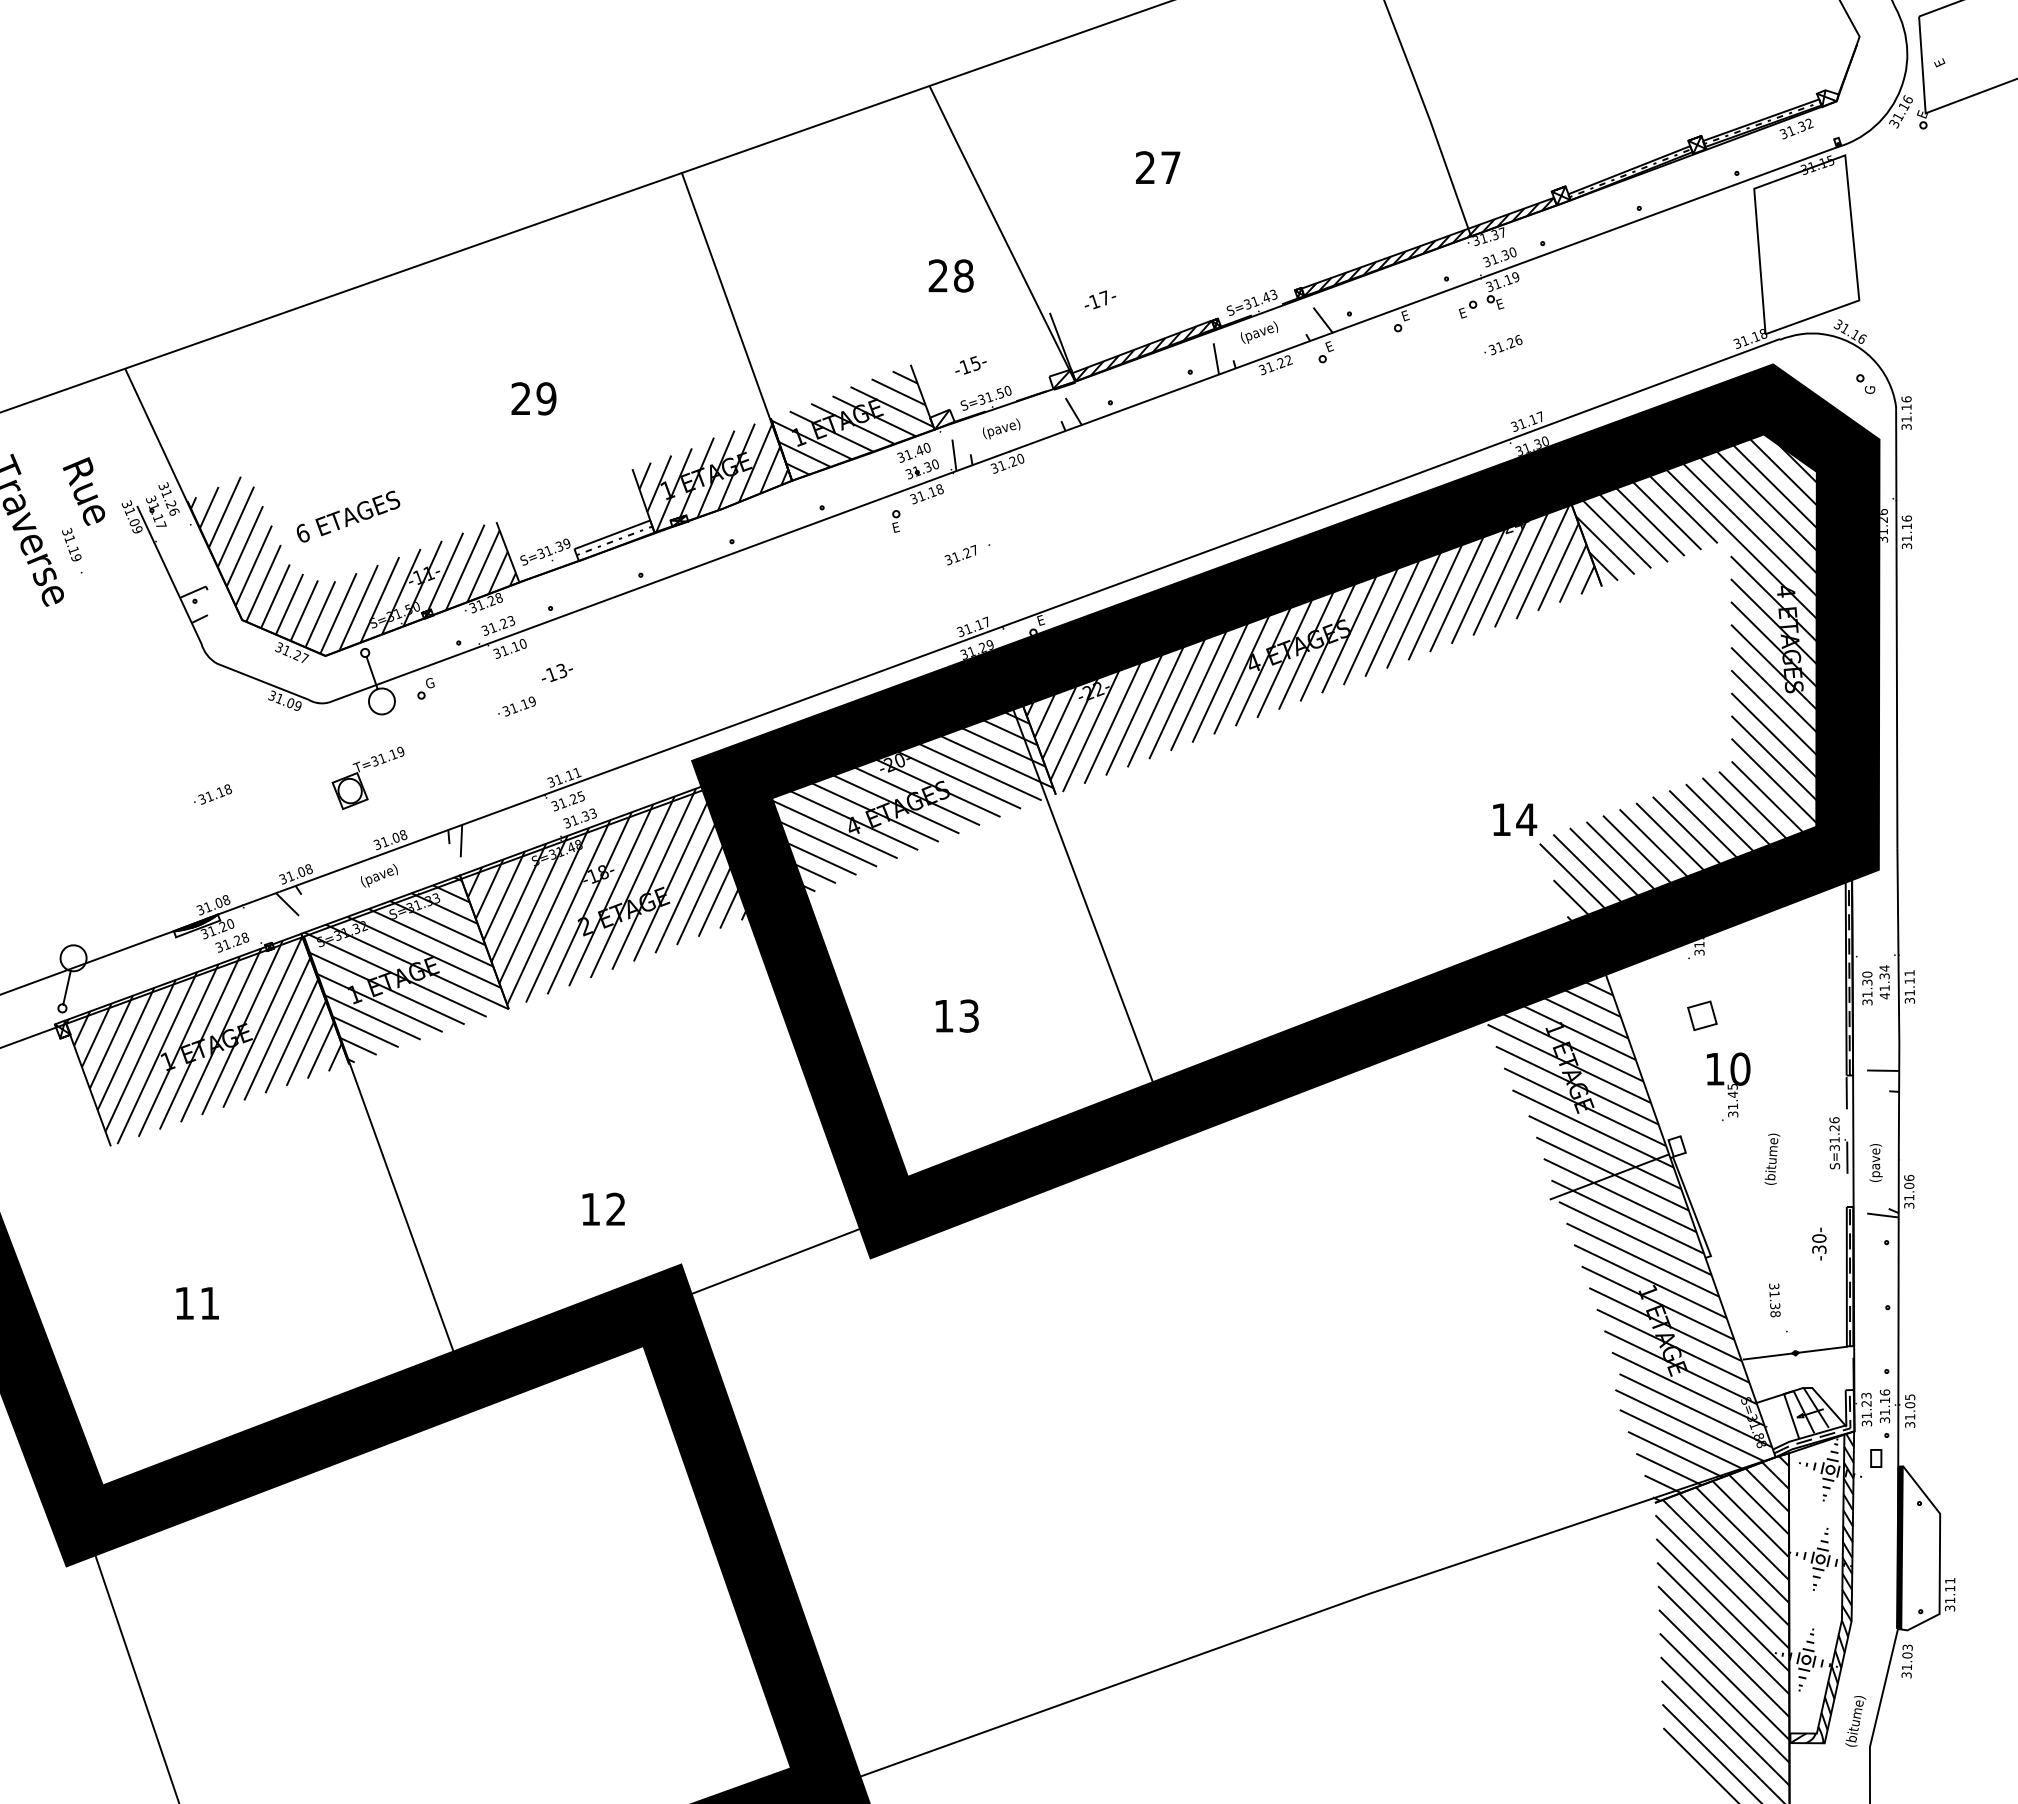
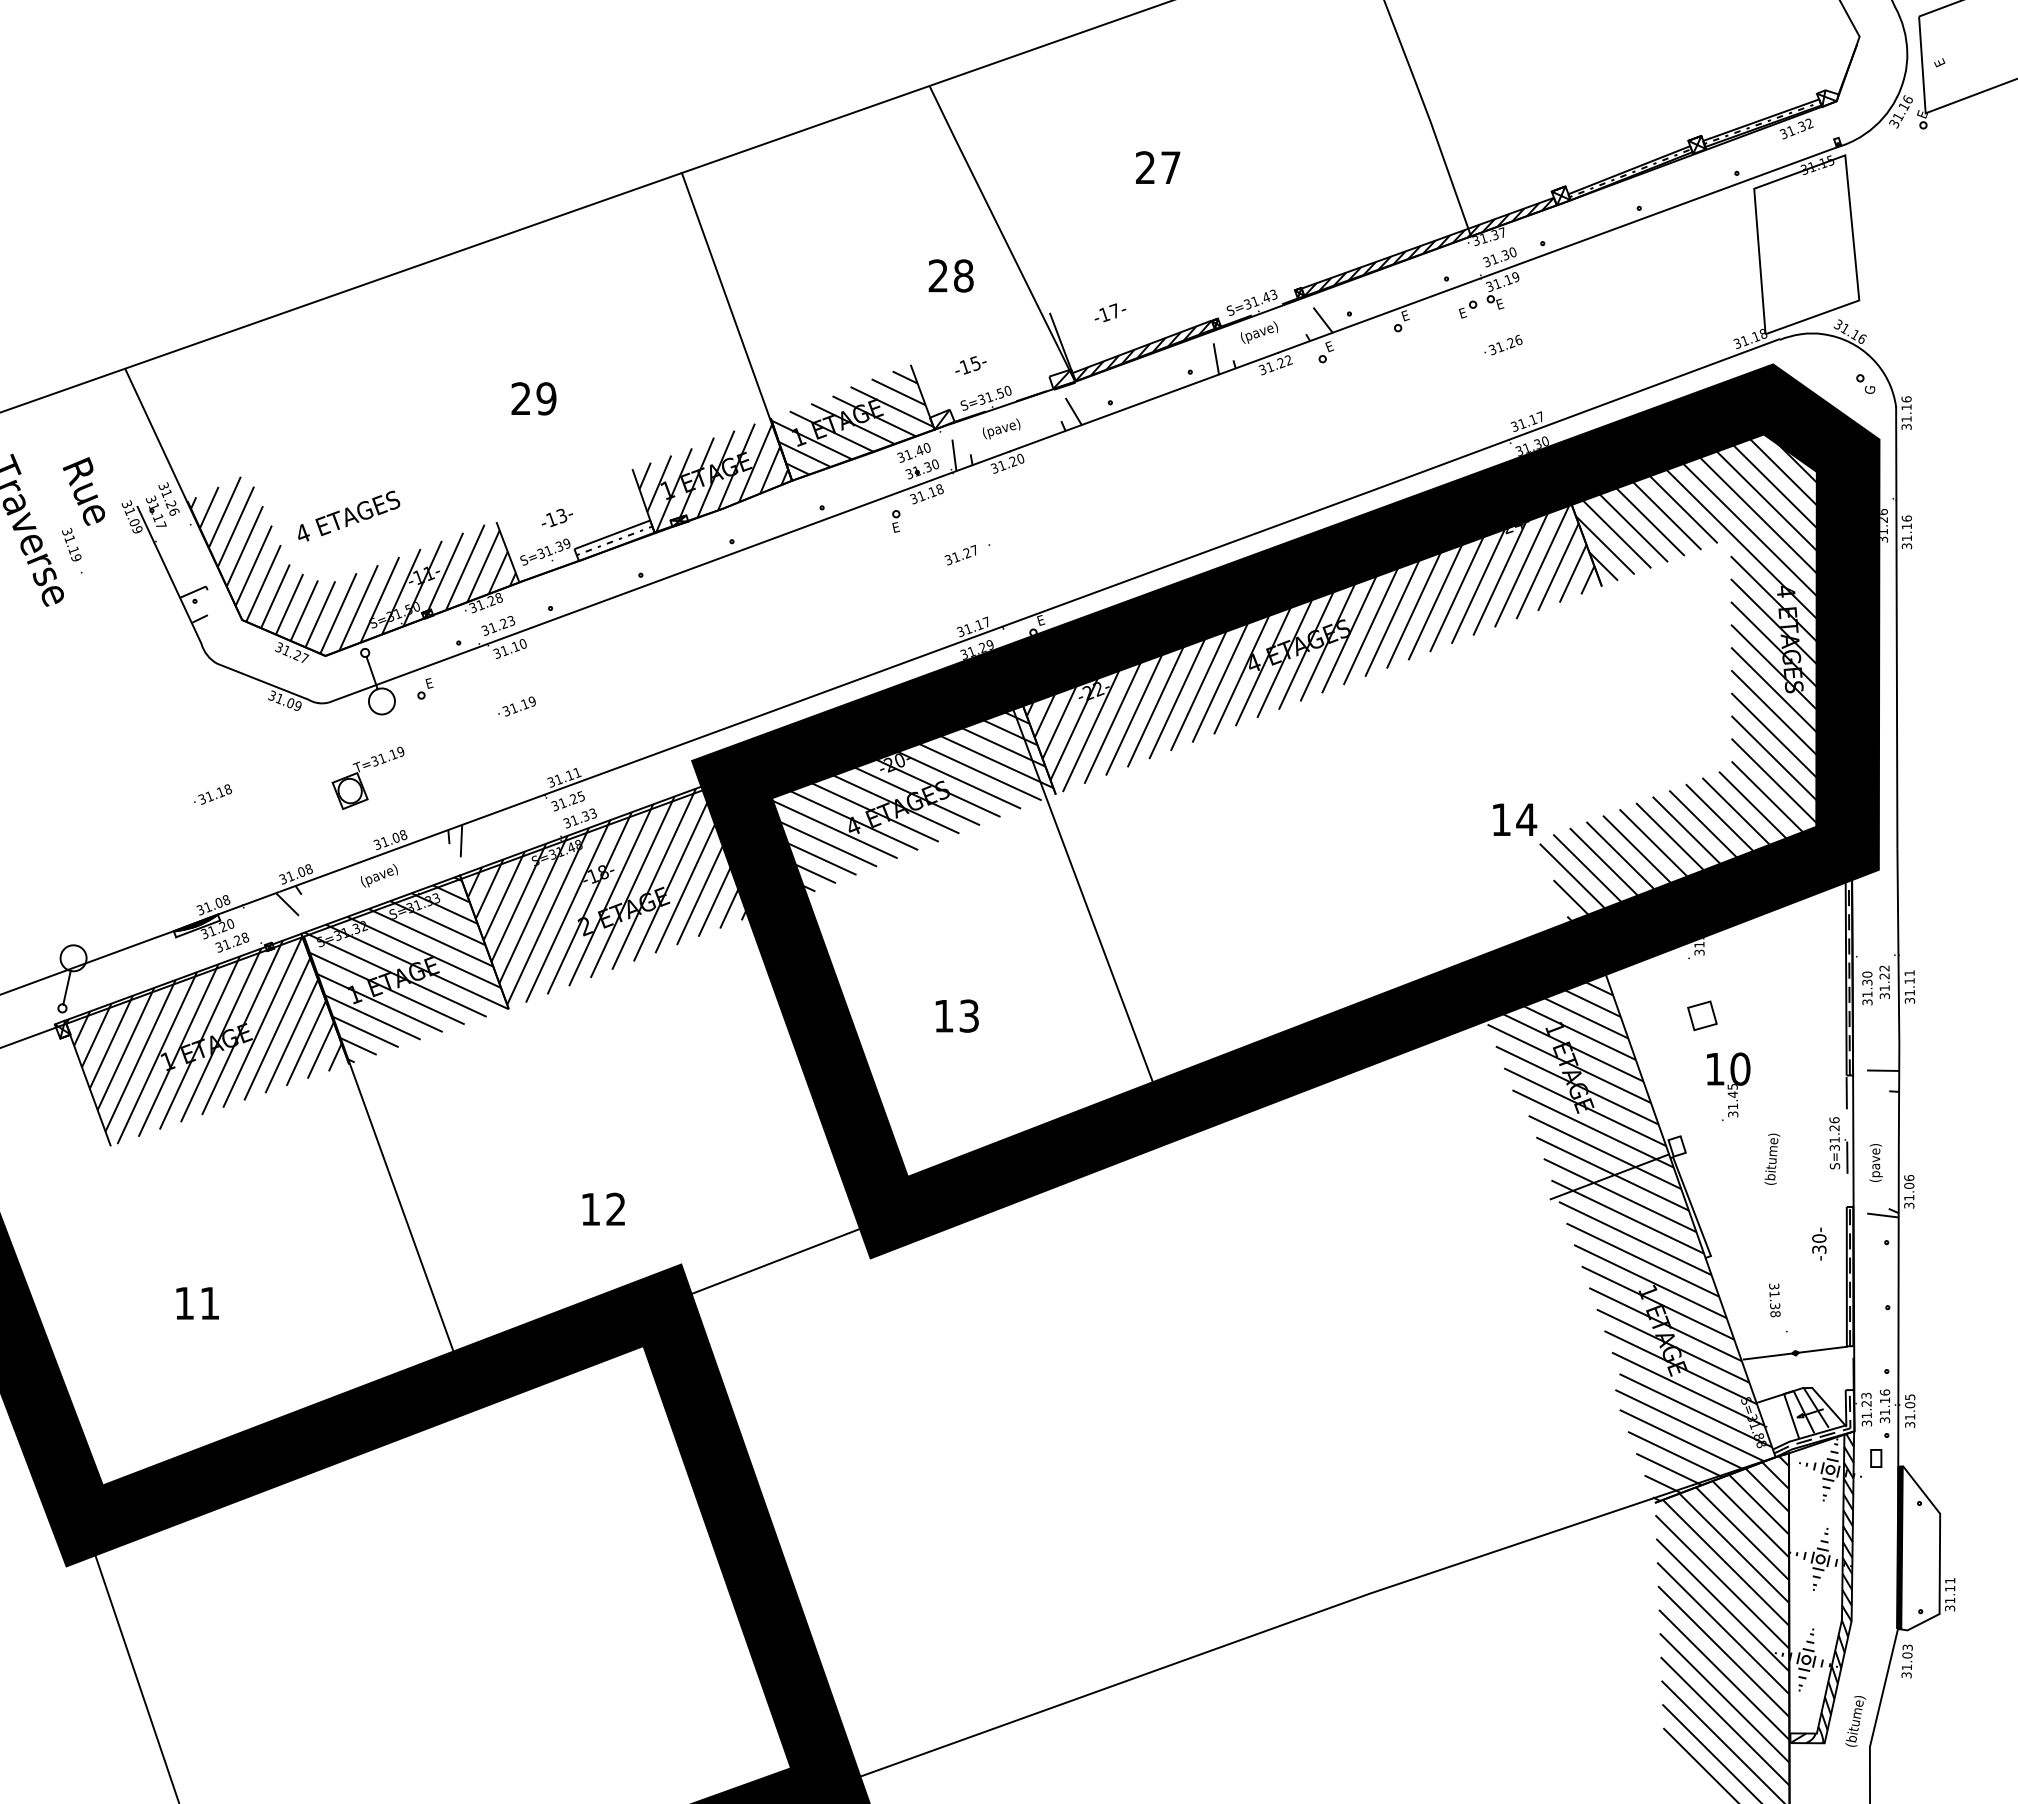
text at (1100, 299) position: (1100, 299) -> (1110, 312)
text at (302, 532): 6 -> 4
text at (556, 672) position: (556, 672) -> (556, 517)
text at (429, 683): G -> E
text at (1884, 982): 41.34 -> 31.22
